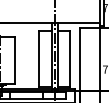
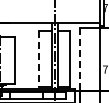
line at (39, 59): solid -> dashed
line at (79, 59): solid -> dashed
